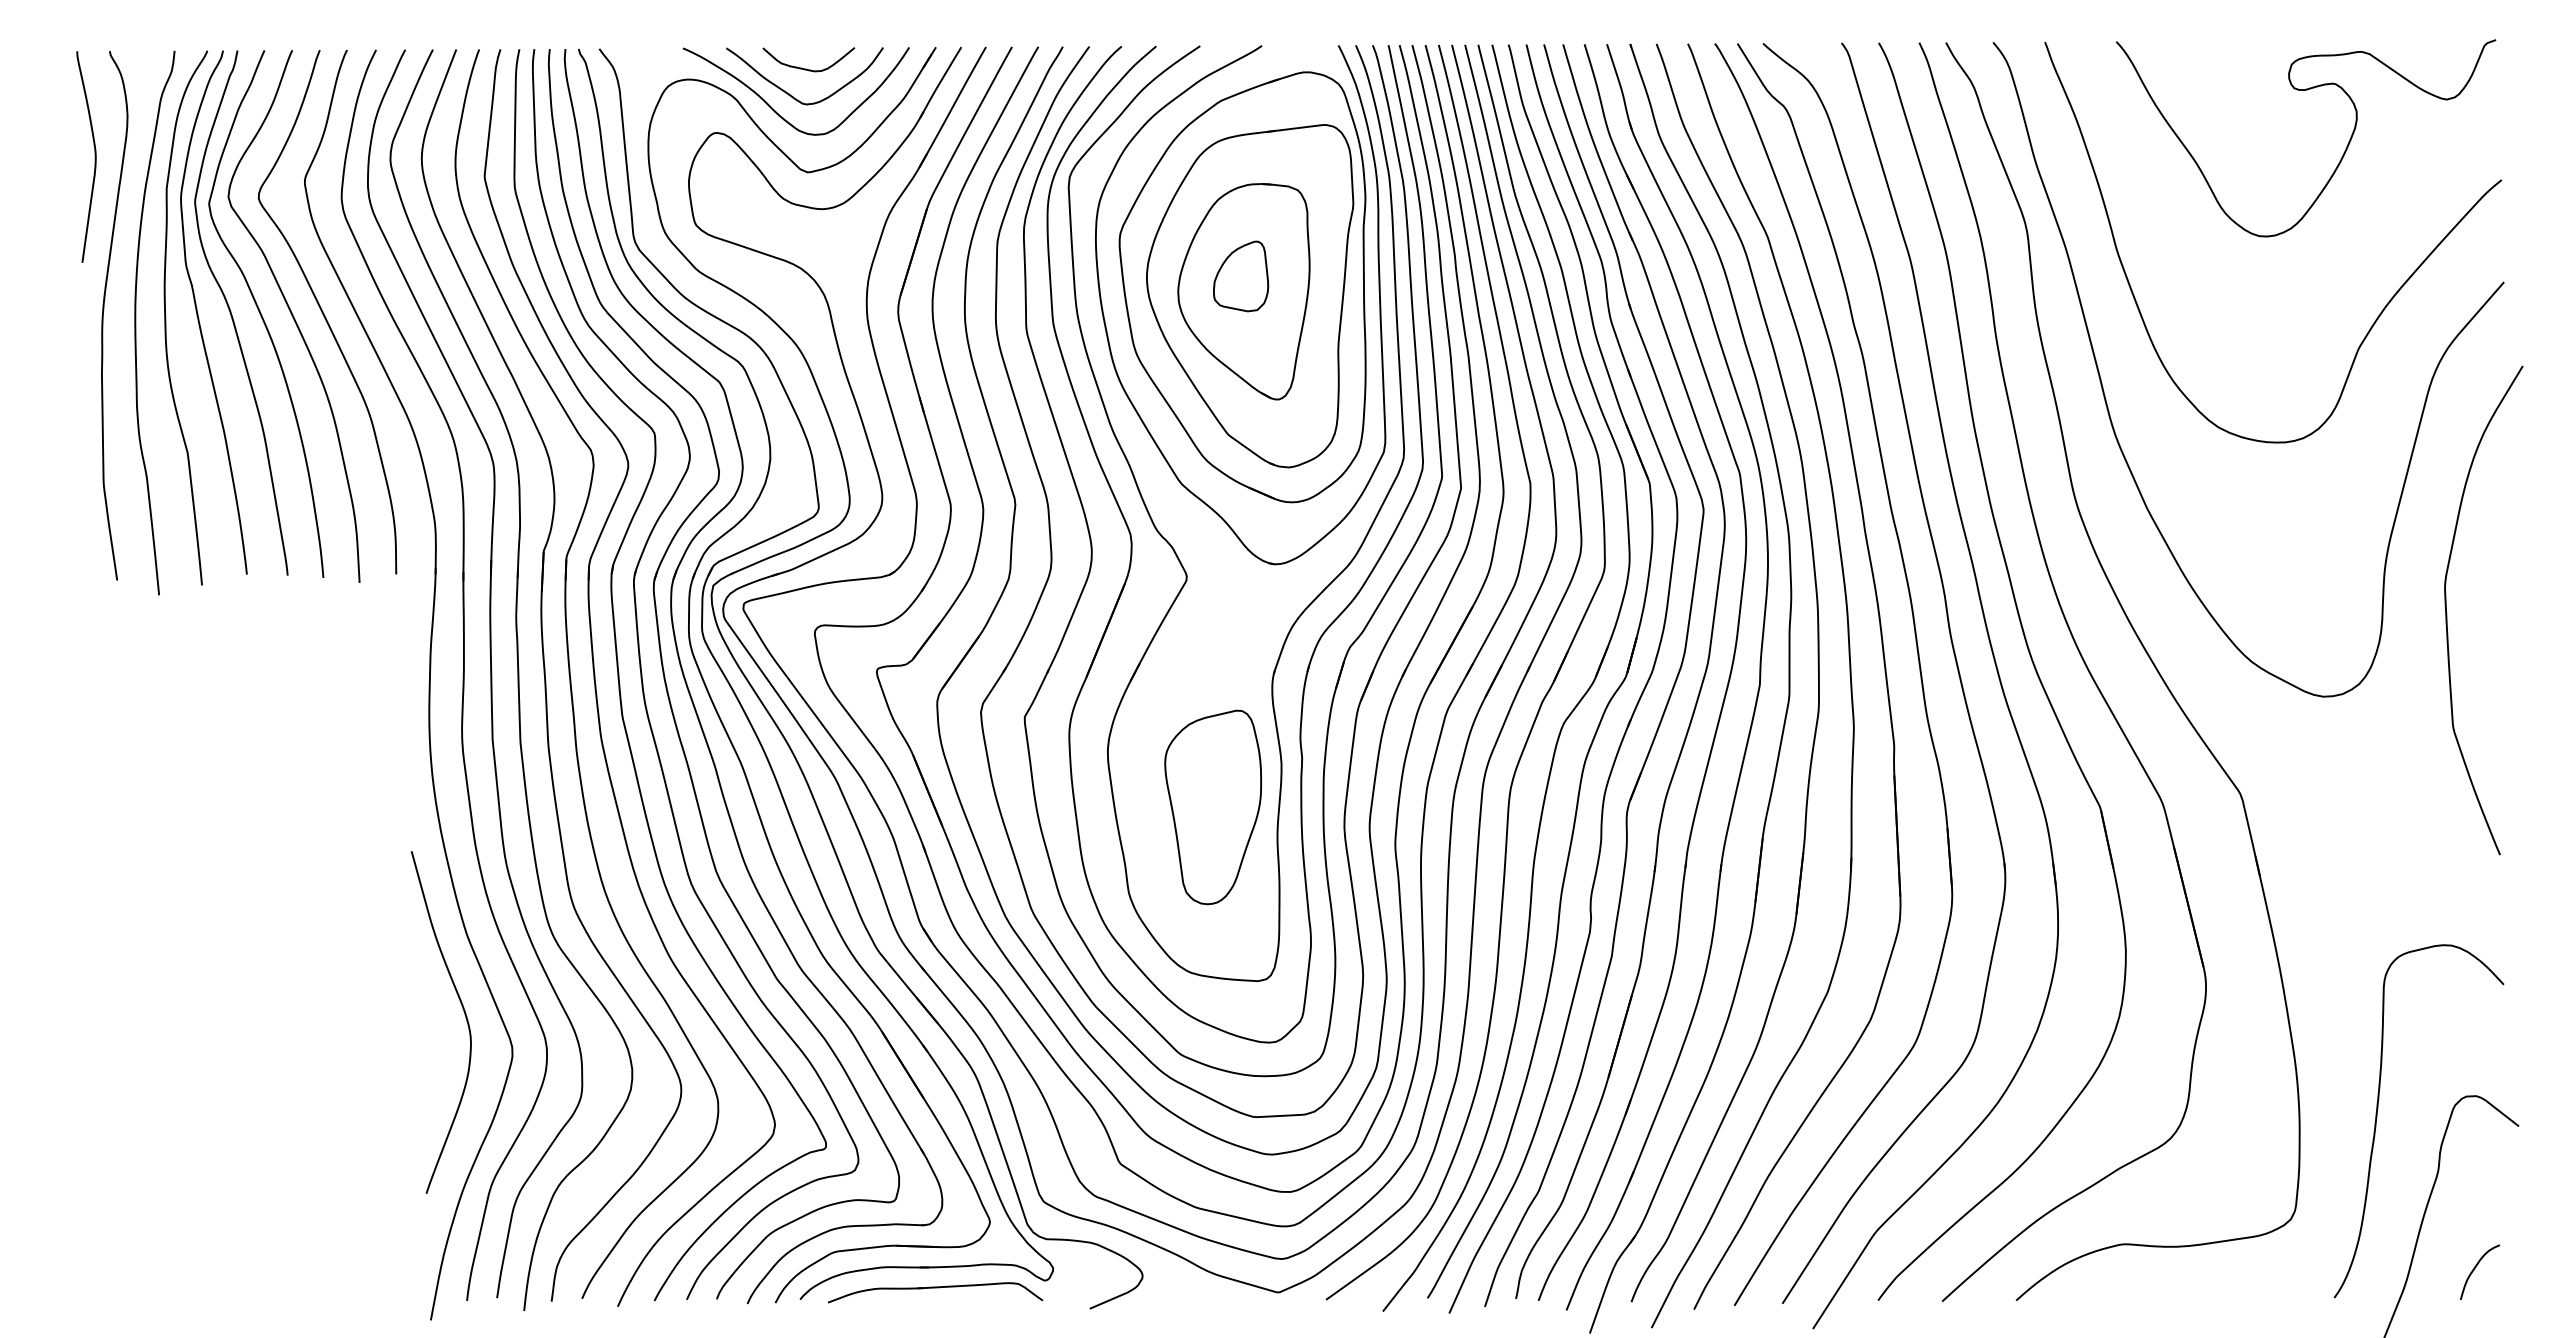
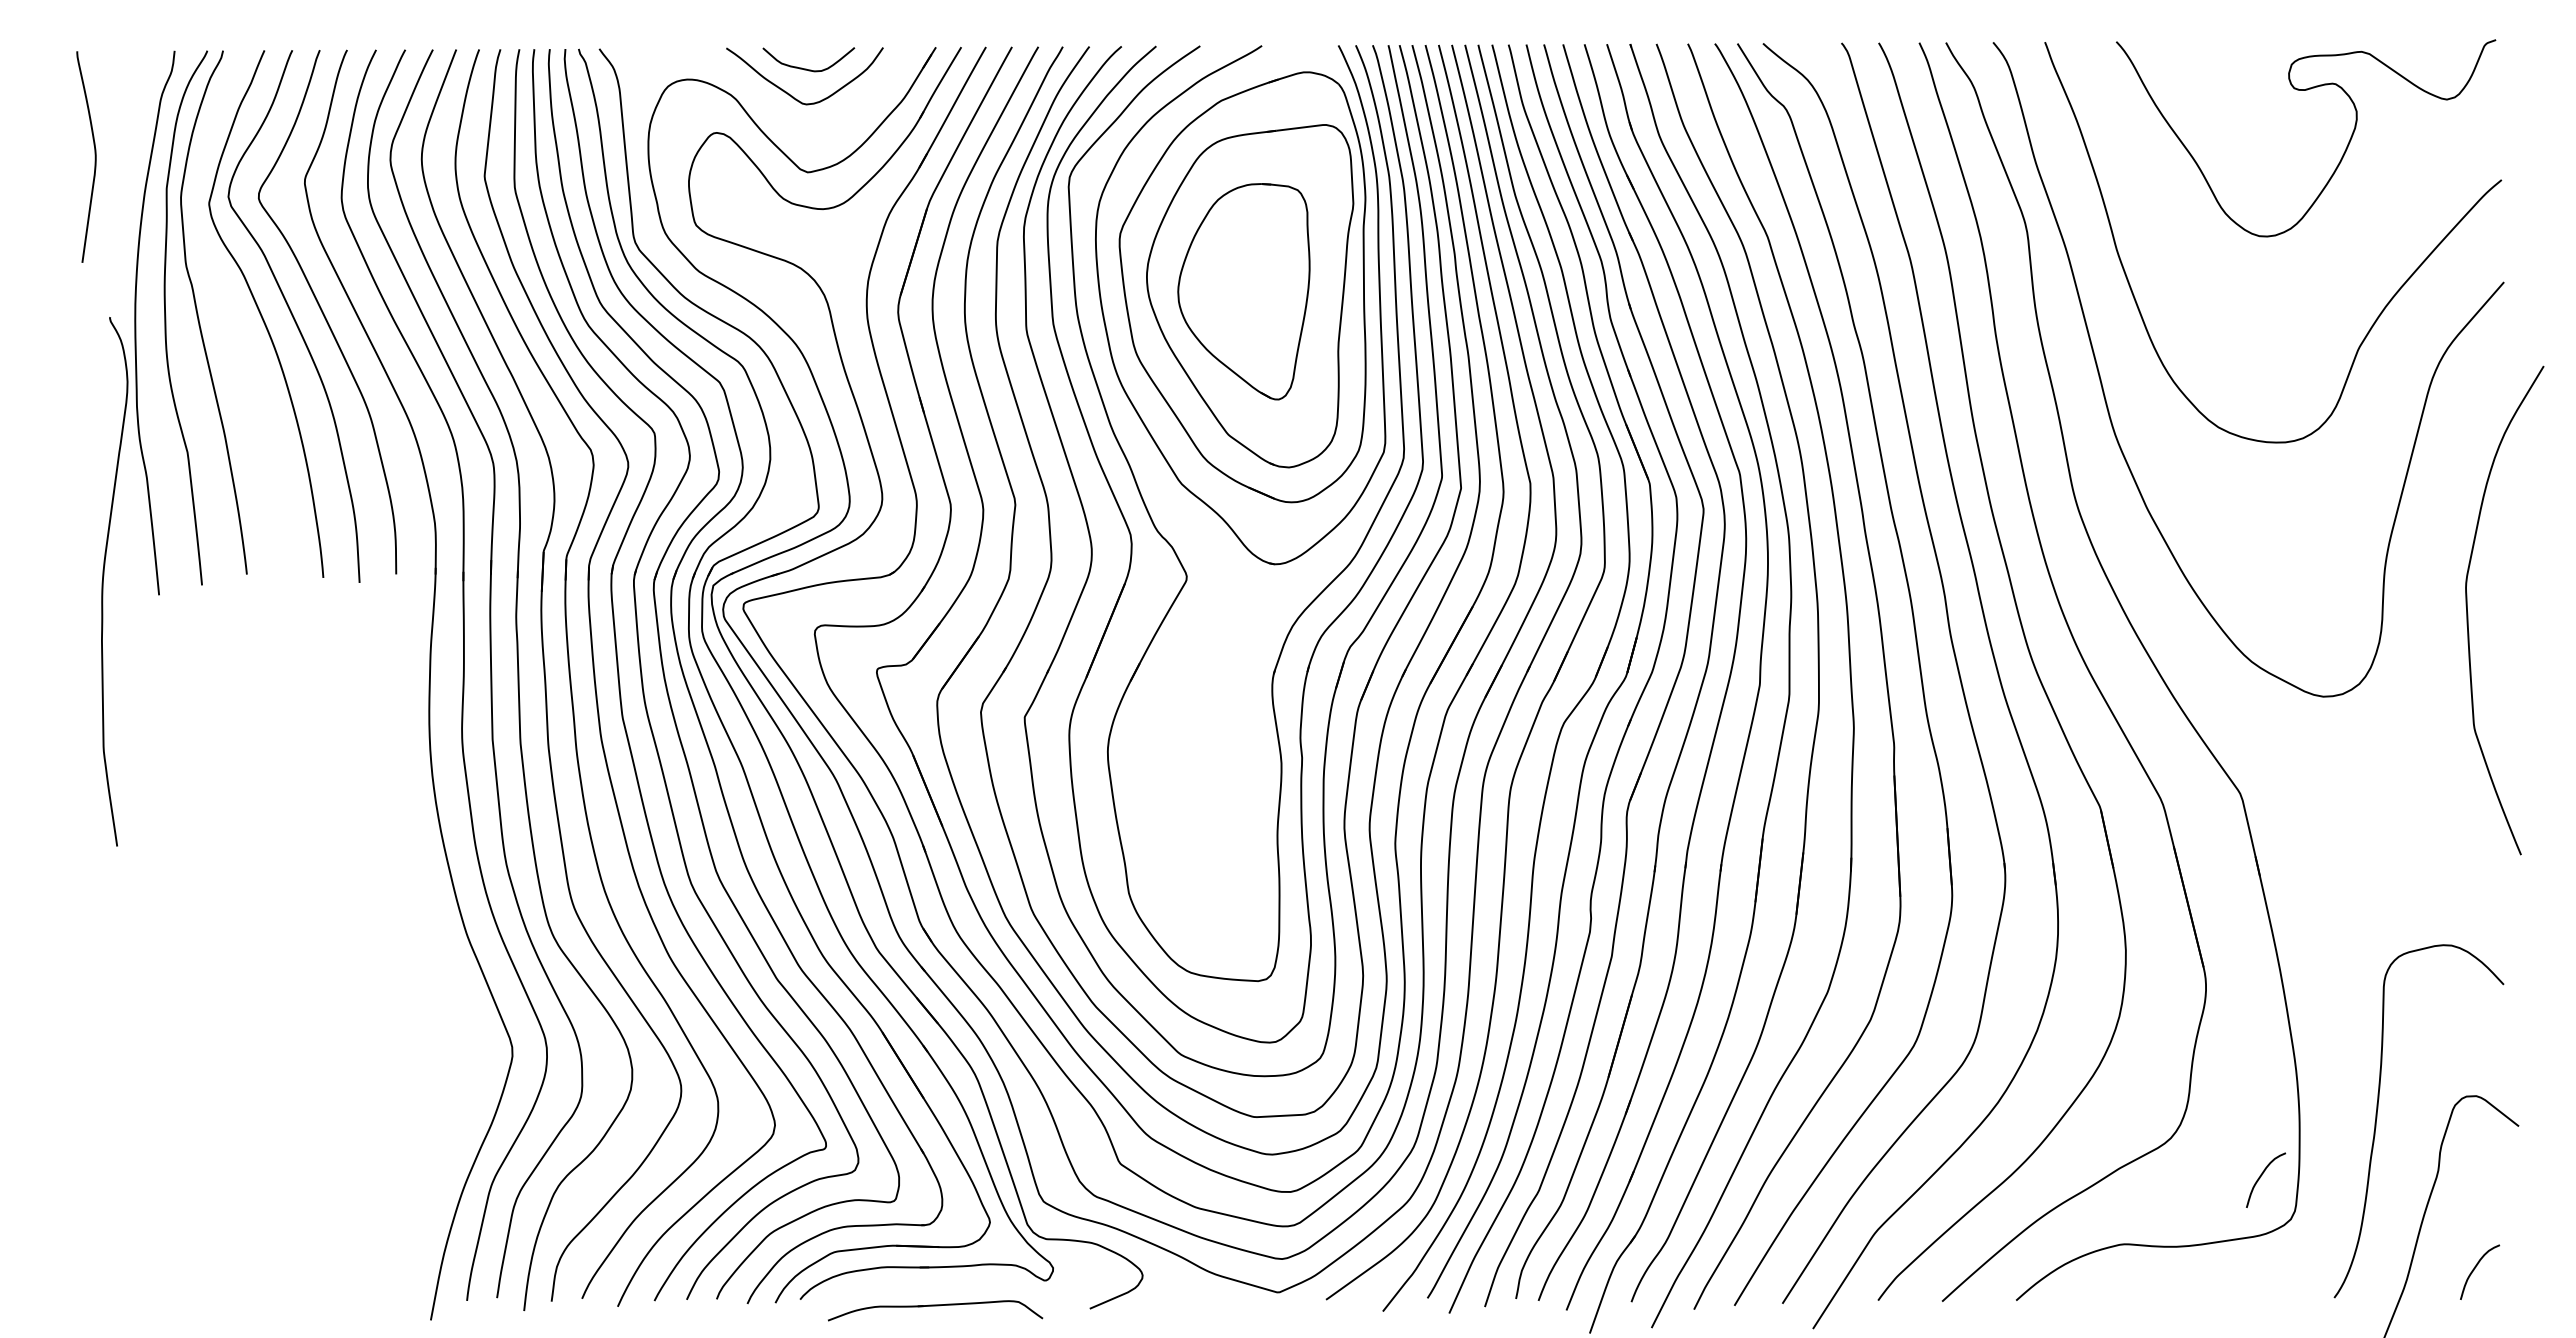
curve at (775, 110): present -> none
part at (1241, 276): present -> none
curve at (232, 314): present -> none
curve at (103, 315) position: (103, 315) -> (103, 581)
curve at (2447, 613) position: (2447, 613) -> (2468, 613)
part at (1212, 807): present -> none
curve at (464, 1014): present -> none
curve at (2262, 1175): none -> present
part at (935, 1292) position: (935, 1292) -> (935, 1310)
